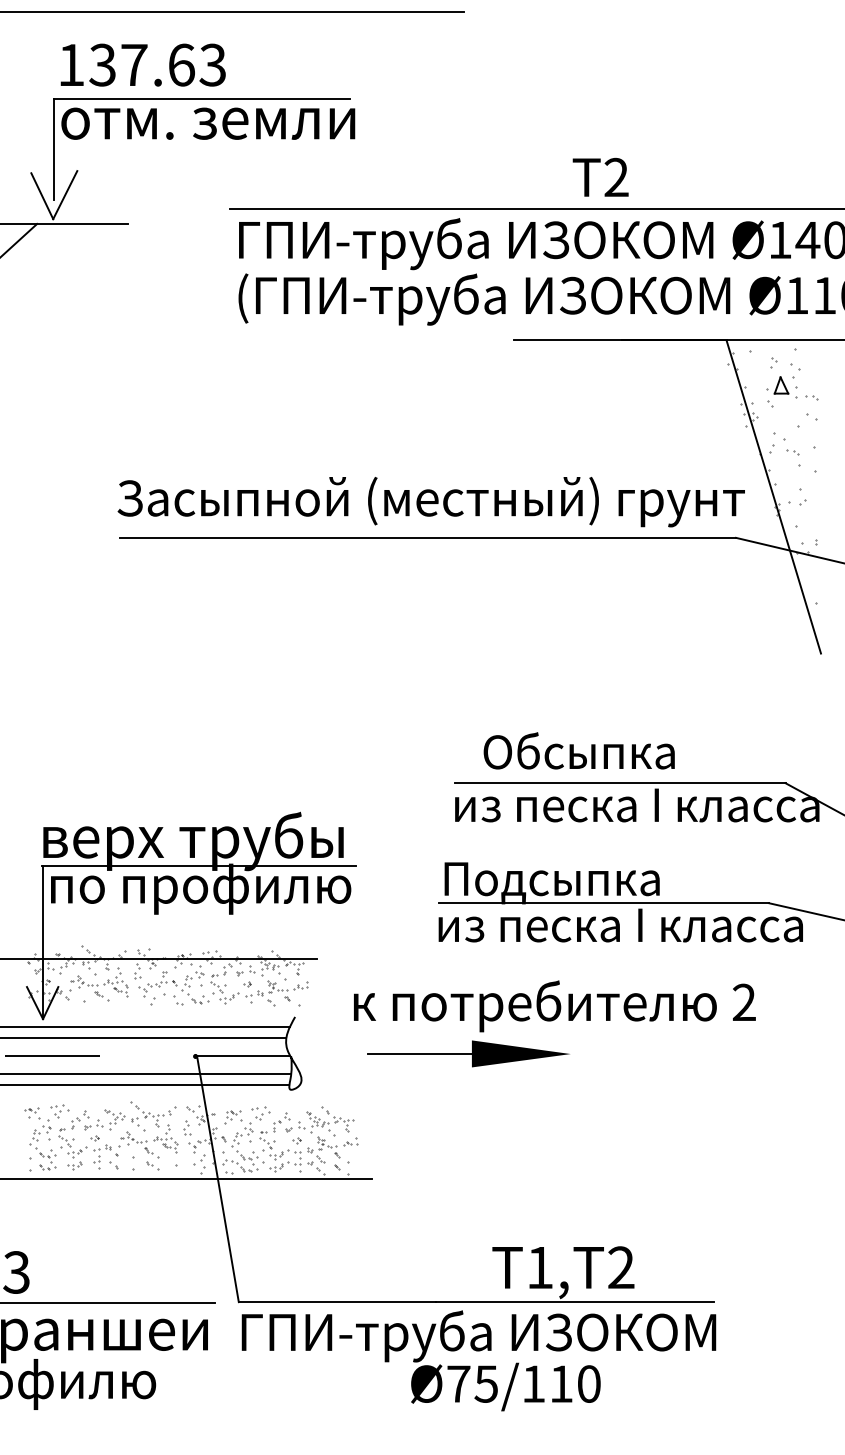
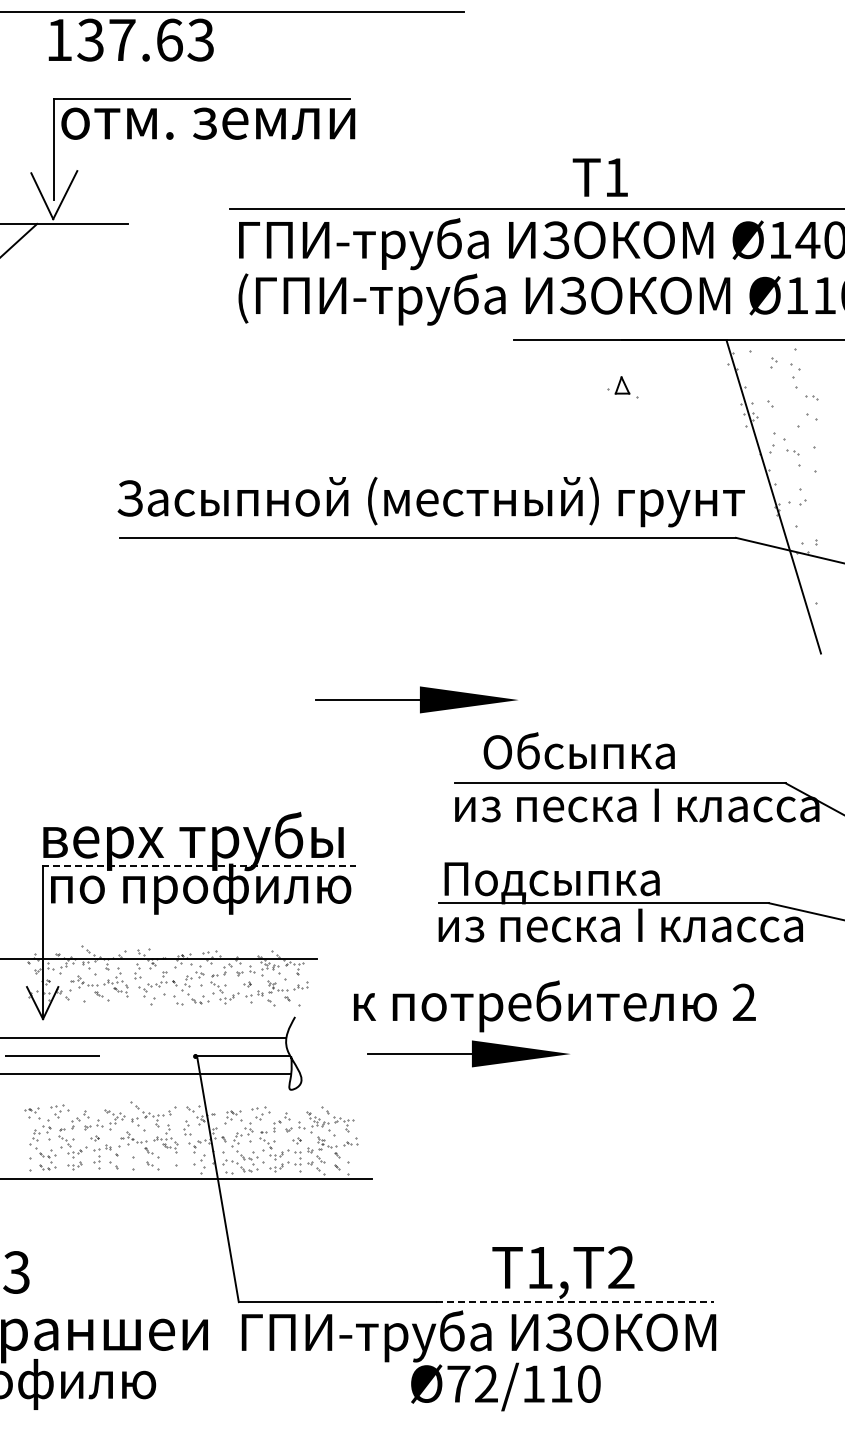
text at (142, 64) position: (142, 64) -> (130, 39)
text at (616, 176): 2 -> 1
part at (781, 387) position: (781, 387) -> (622, 387)
part at (416, 699): none -> present
line at (199, 865): solid -> dashed
line at (145, 1026): present -> none
line at (145, 1085): present -> none
line at (575, 1302): solid -> dashed
line at (108, 1303): present -> none
text at (485, 1383): Ø75/110 -> Ø72/110
